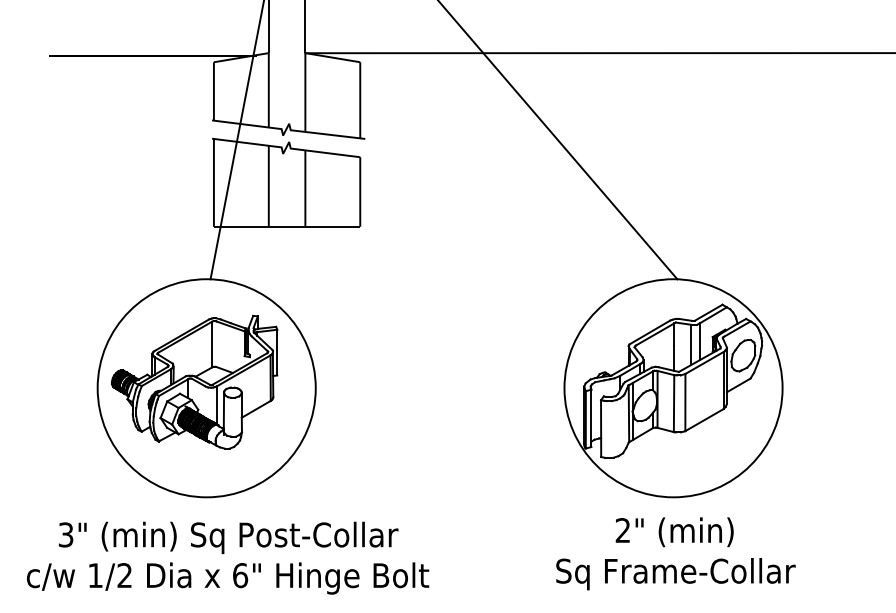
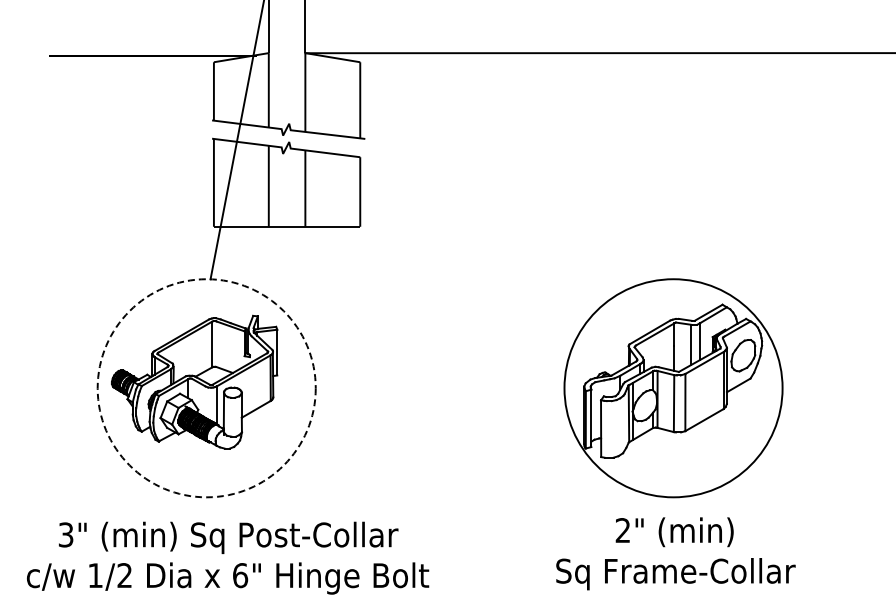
line at (558, 140): present -> none
circle at (206, 388): solid -> dashed
